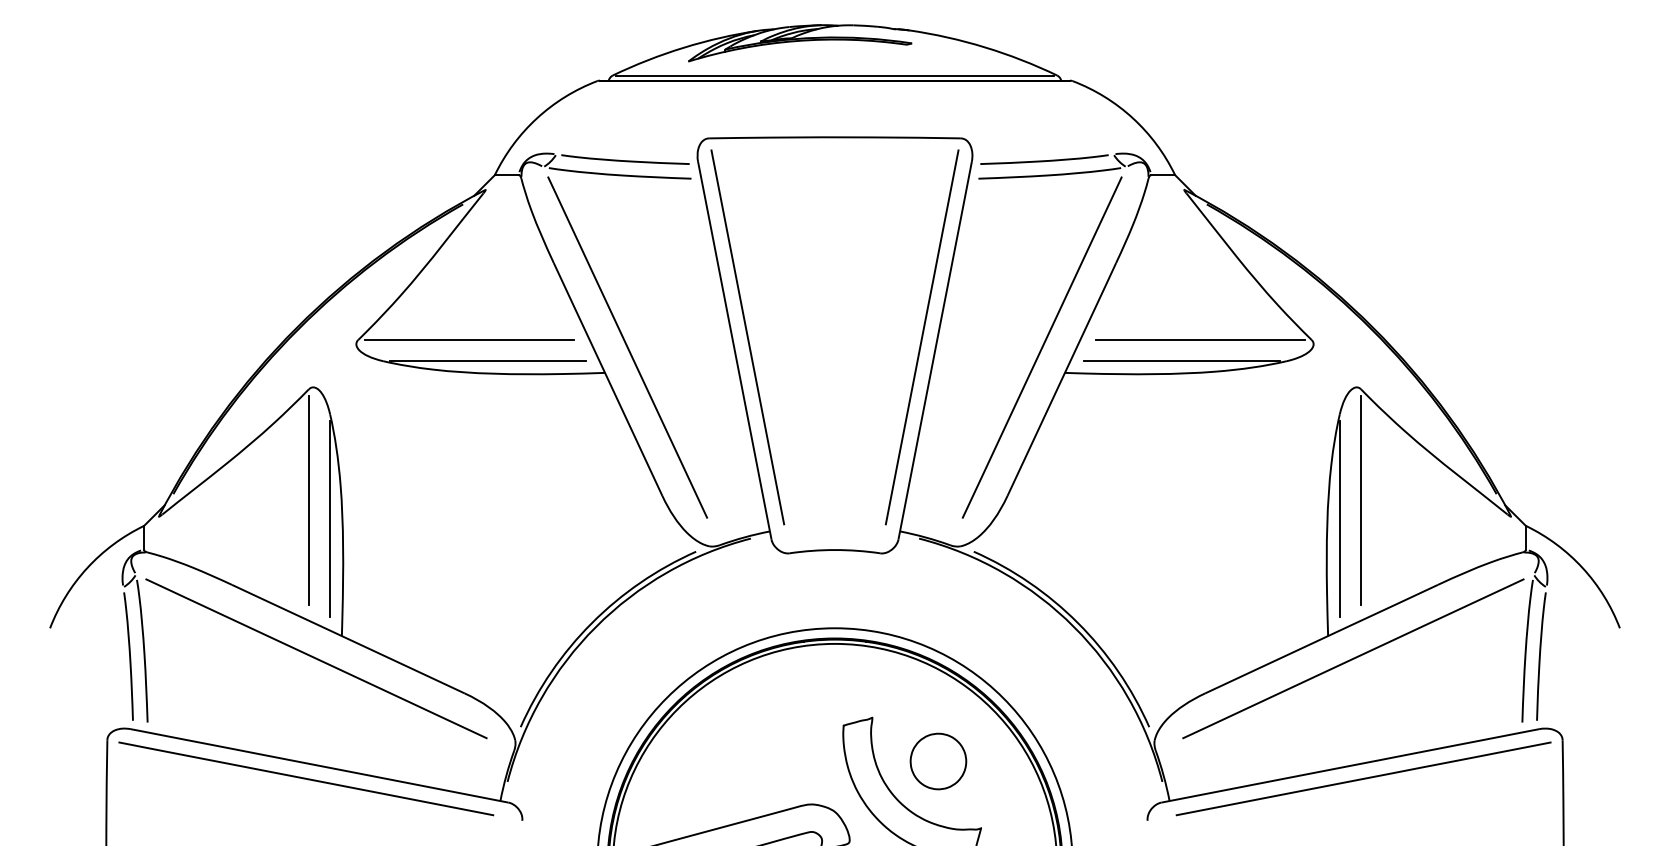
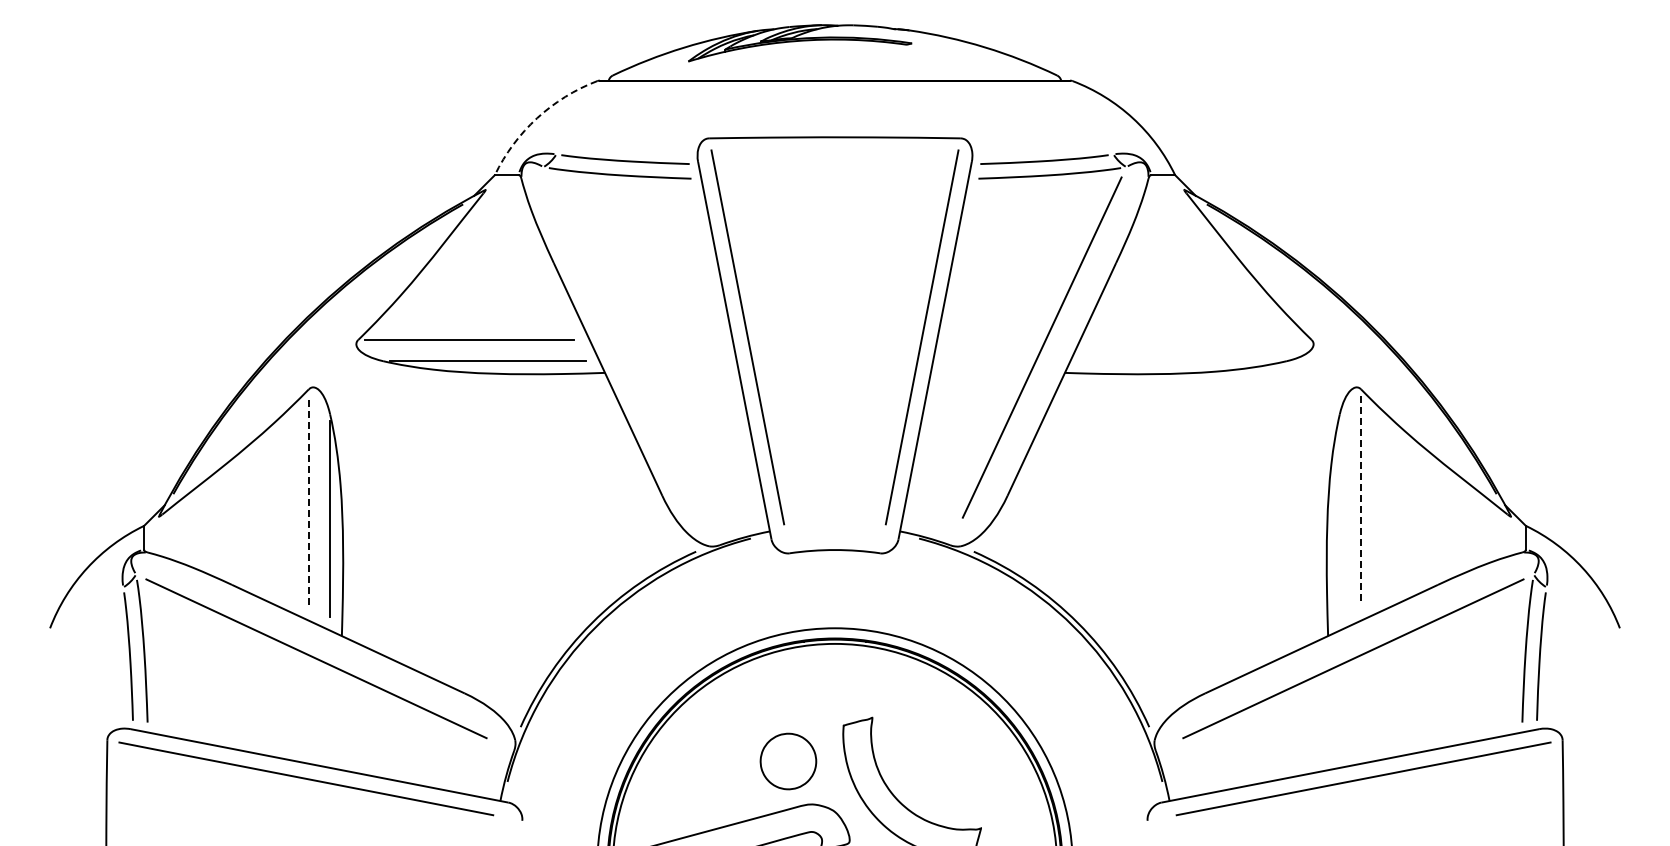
line at (834, 75): present -> none
arc at (537, 118): solid -> dashed
line at (1200, 339): present -> none
line at (627, 347): present -> none
line at (1181, 361): present -> none
line at (308, 500): solid -> dashed
line at (1361, 500): solid -> dashed
line at (1339, 518): present -> none
part at (938, 761) position: (938, 761) -> (788, 761)
